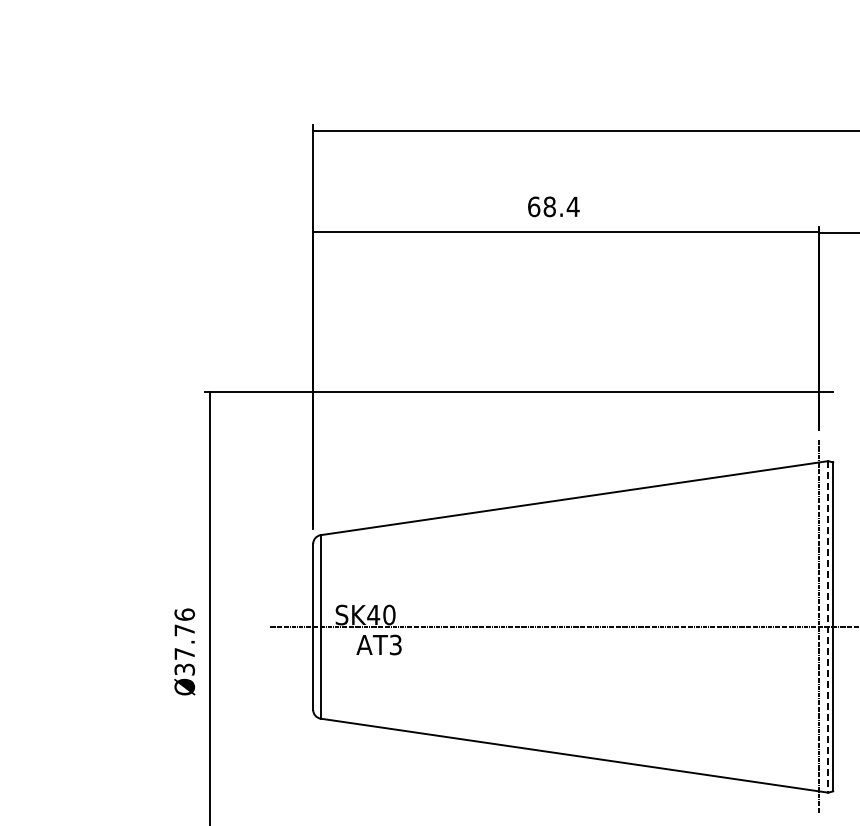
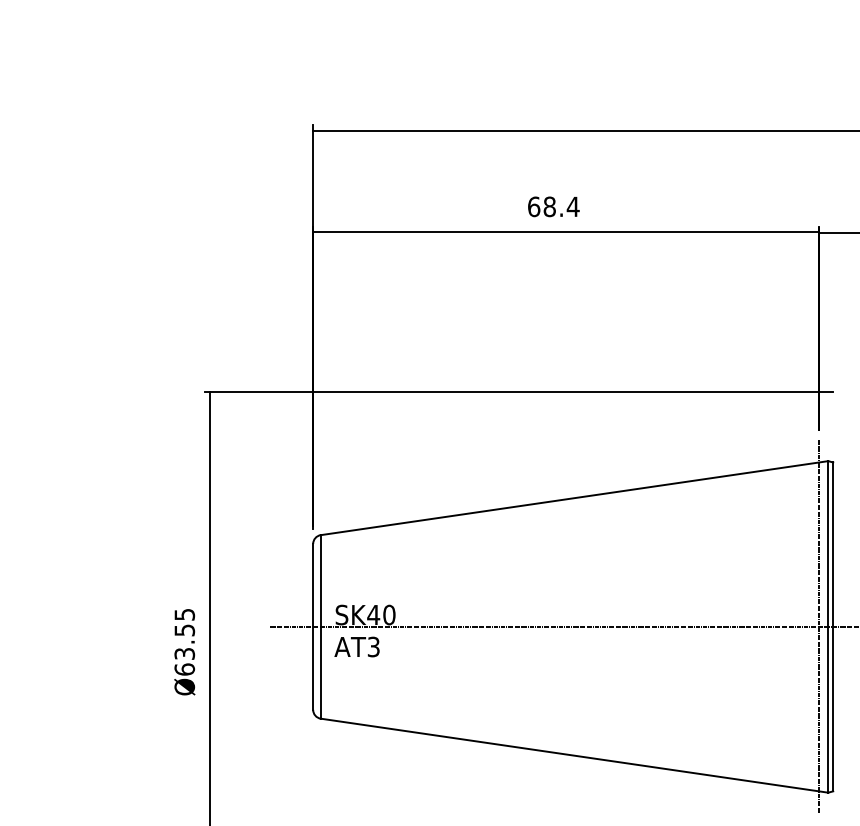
line at (828, 626): dashed -> solid
text at (184, 641): Ø37.76 -> Ø63.55
text at (378, 644) position: (378, 644) -> (356, 646)
